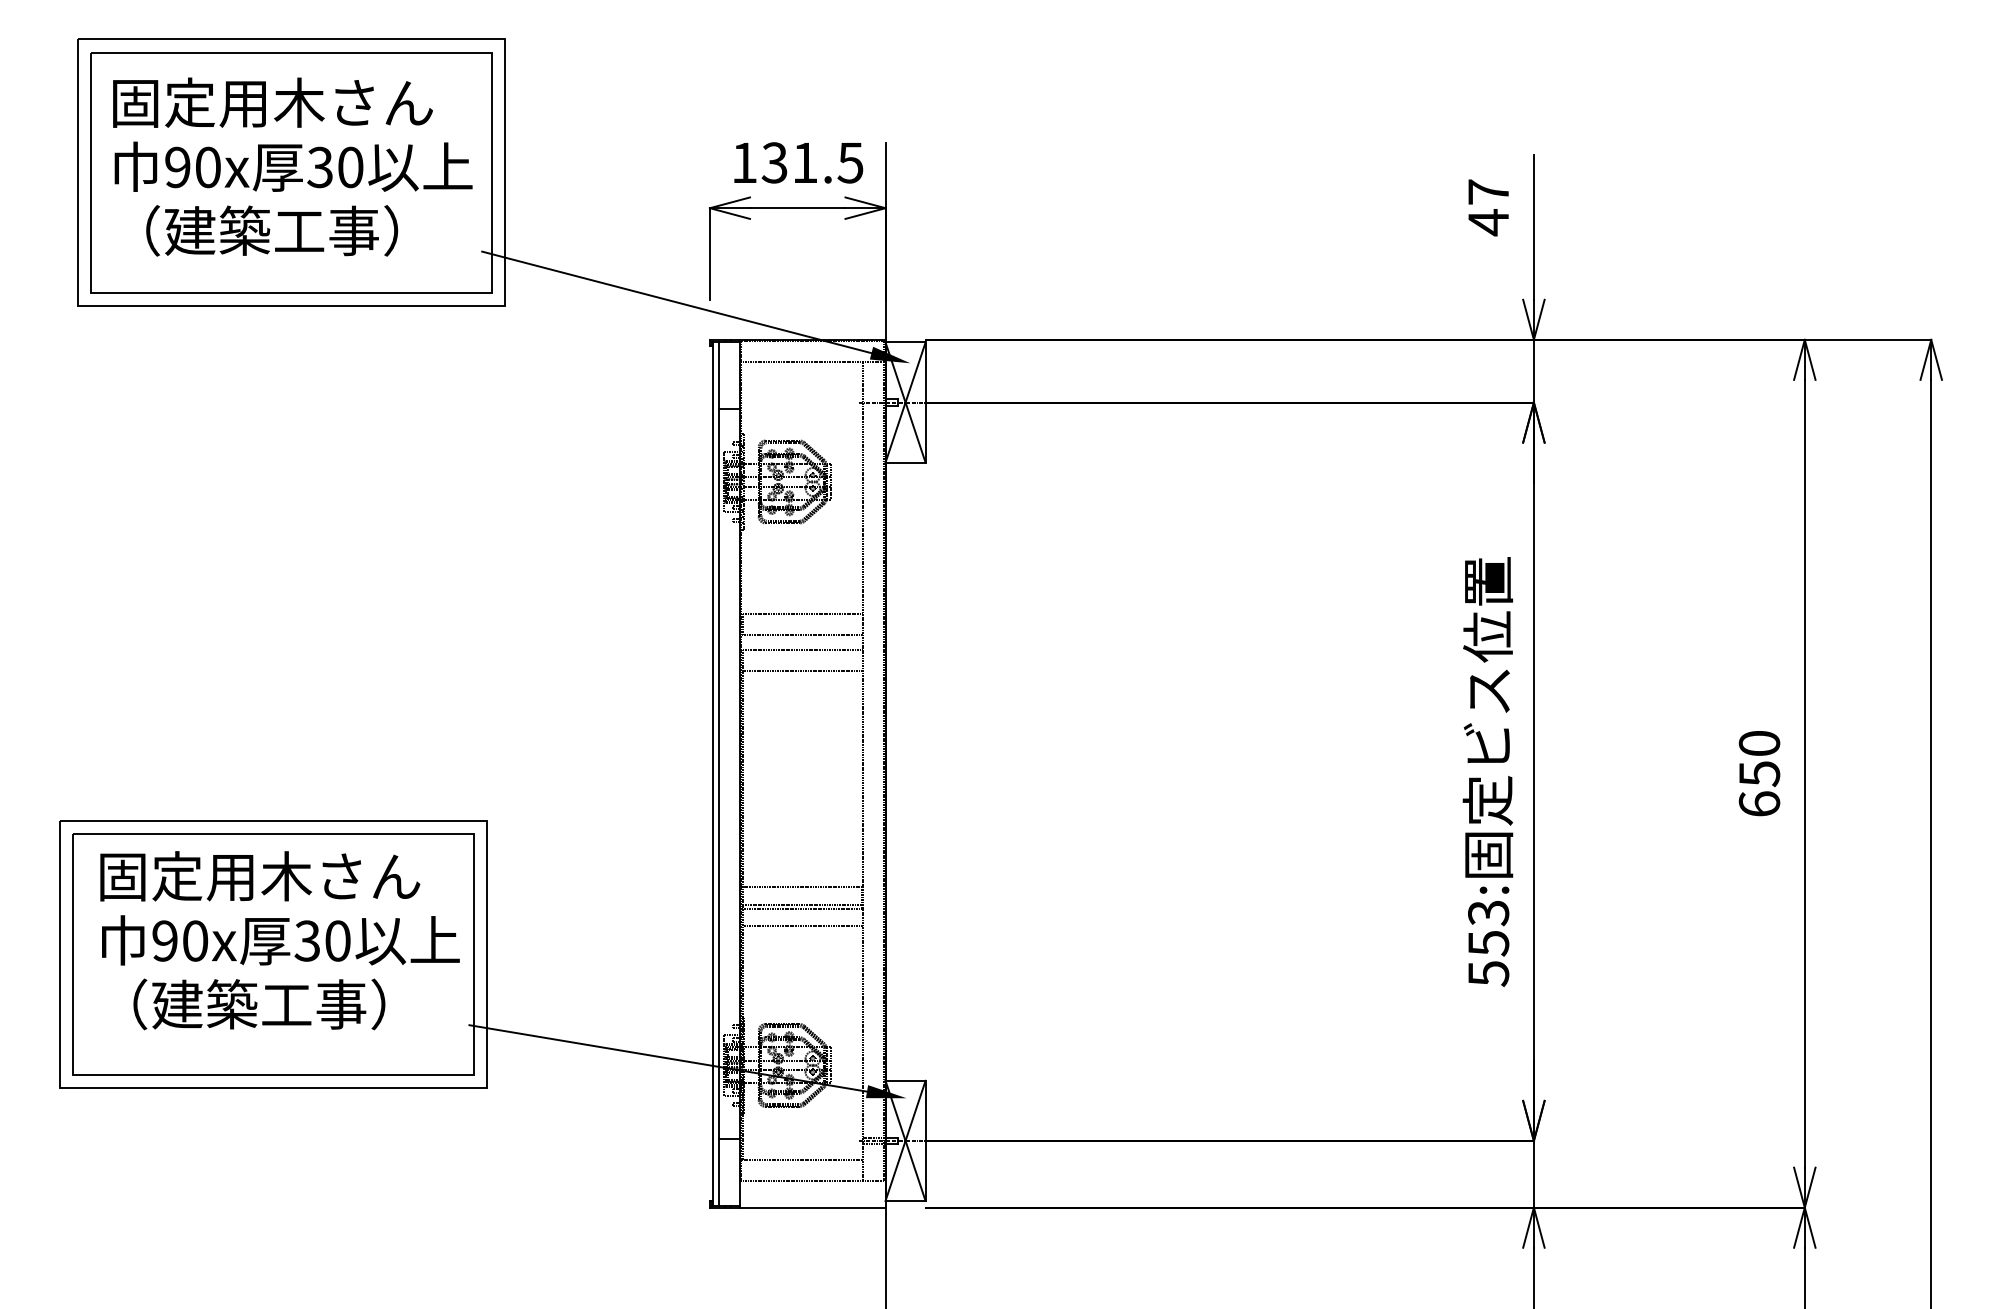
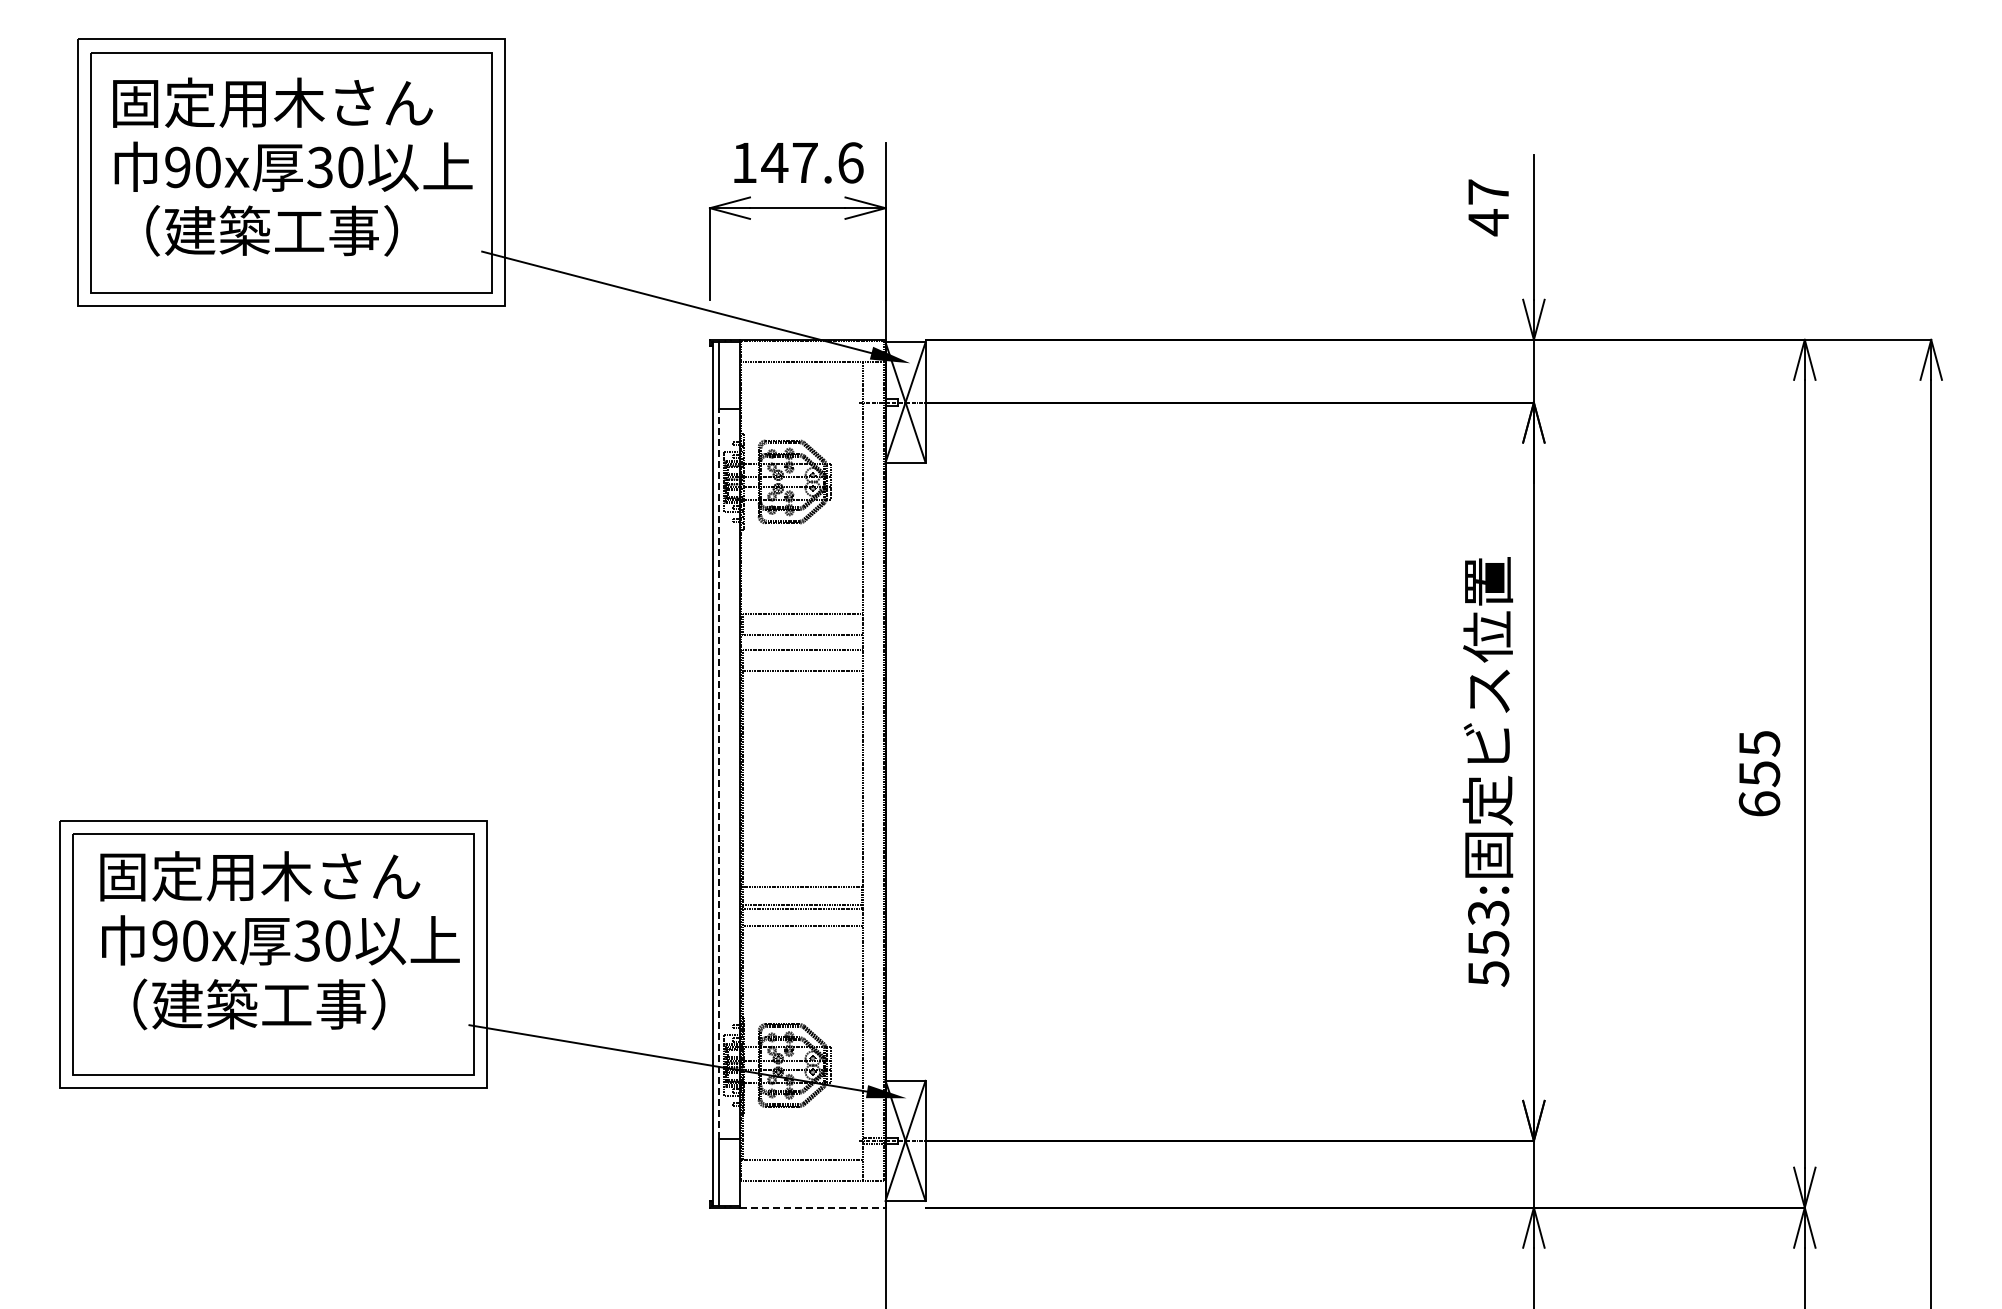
text at (812, 162): 131.5 -> 147.6
text at (1759, 743): 650 -> 655
line at (718, 773): solid -> dashed
line at (812, 1207): solid -> dashed
